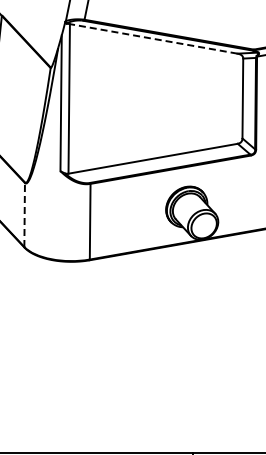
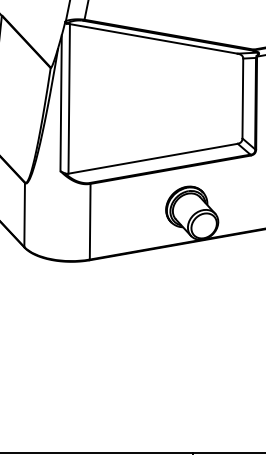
line at (153, 38): dashed -> solid
line at (24, 215): dashed -> solid
